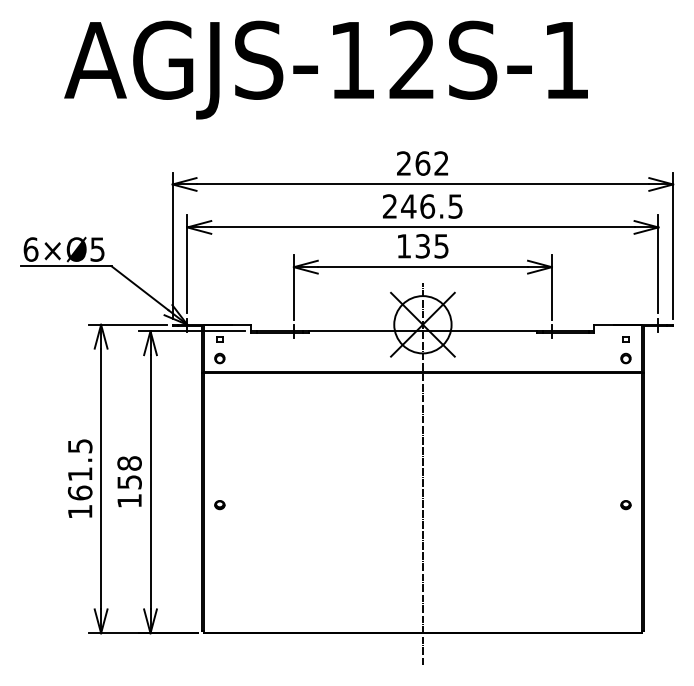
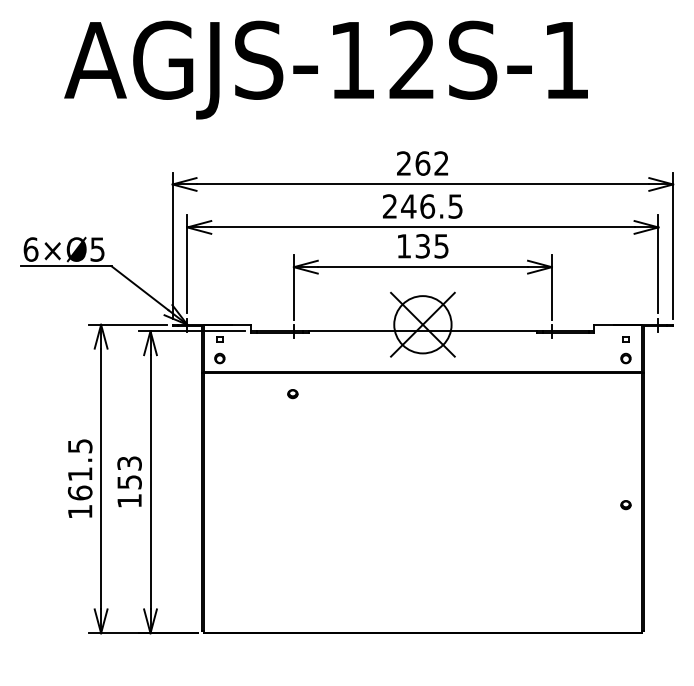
text at (129, 463): 158 -> 153
line at (422, 474): present -> none
part at (219, 505) position: (219, 505) -> (292, 394)
